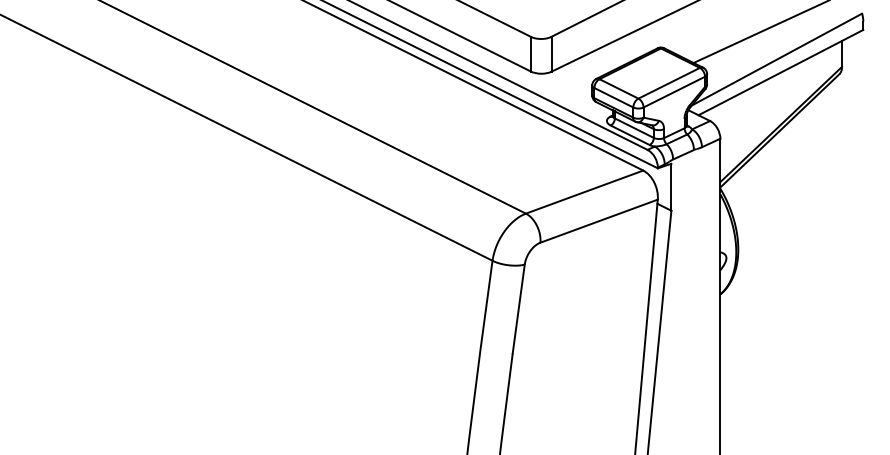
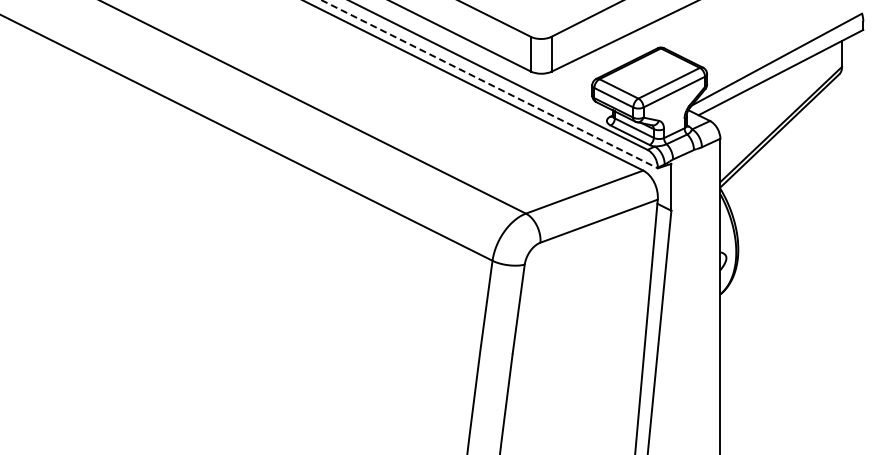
line at (759, 32): present -> none
line at (489, 84): solid -> dashed
